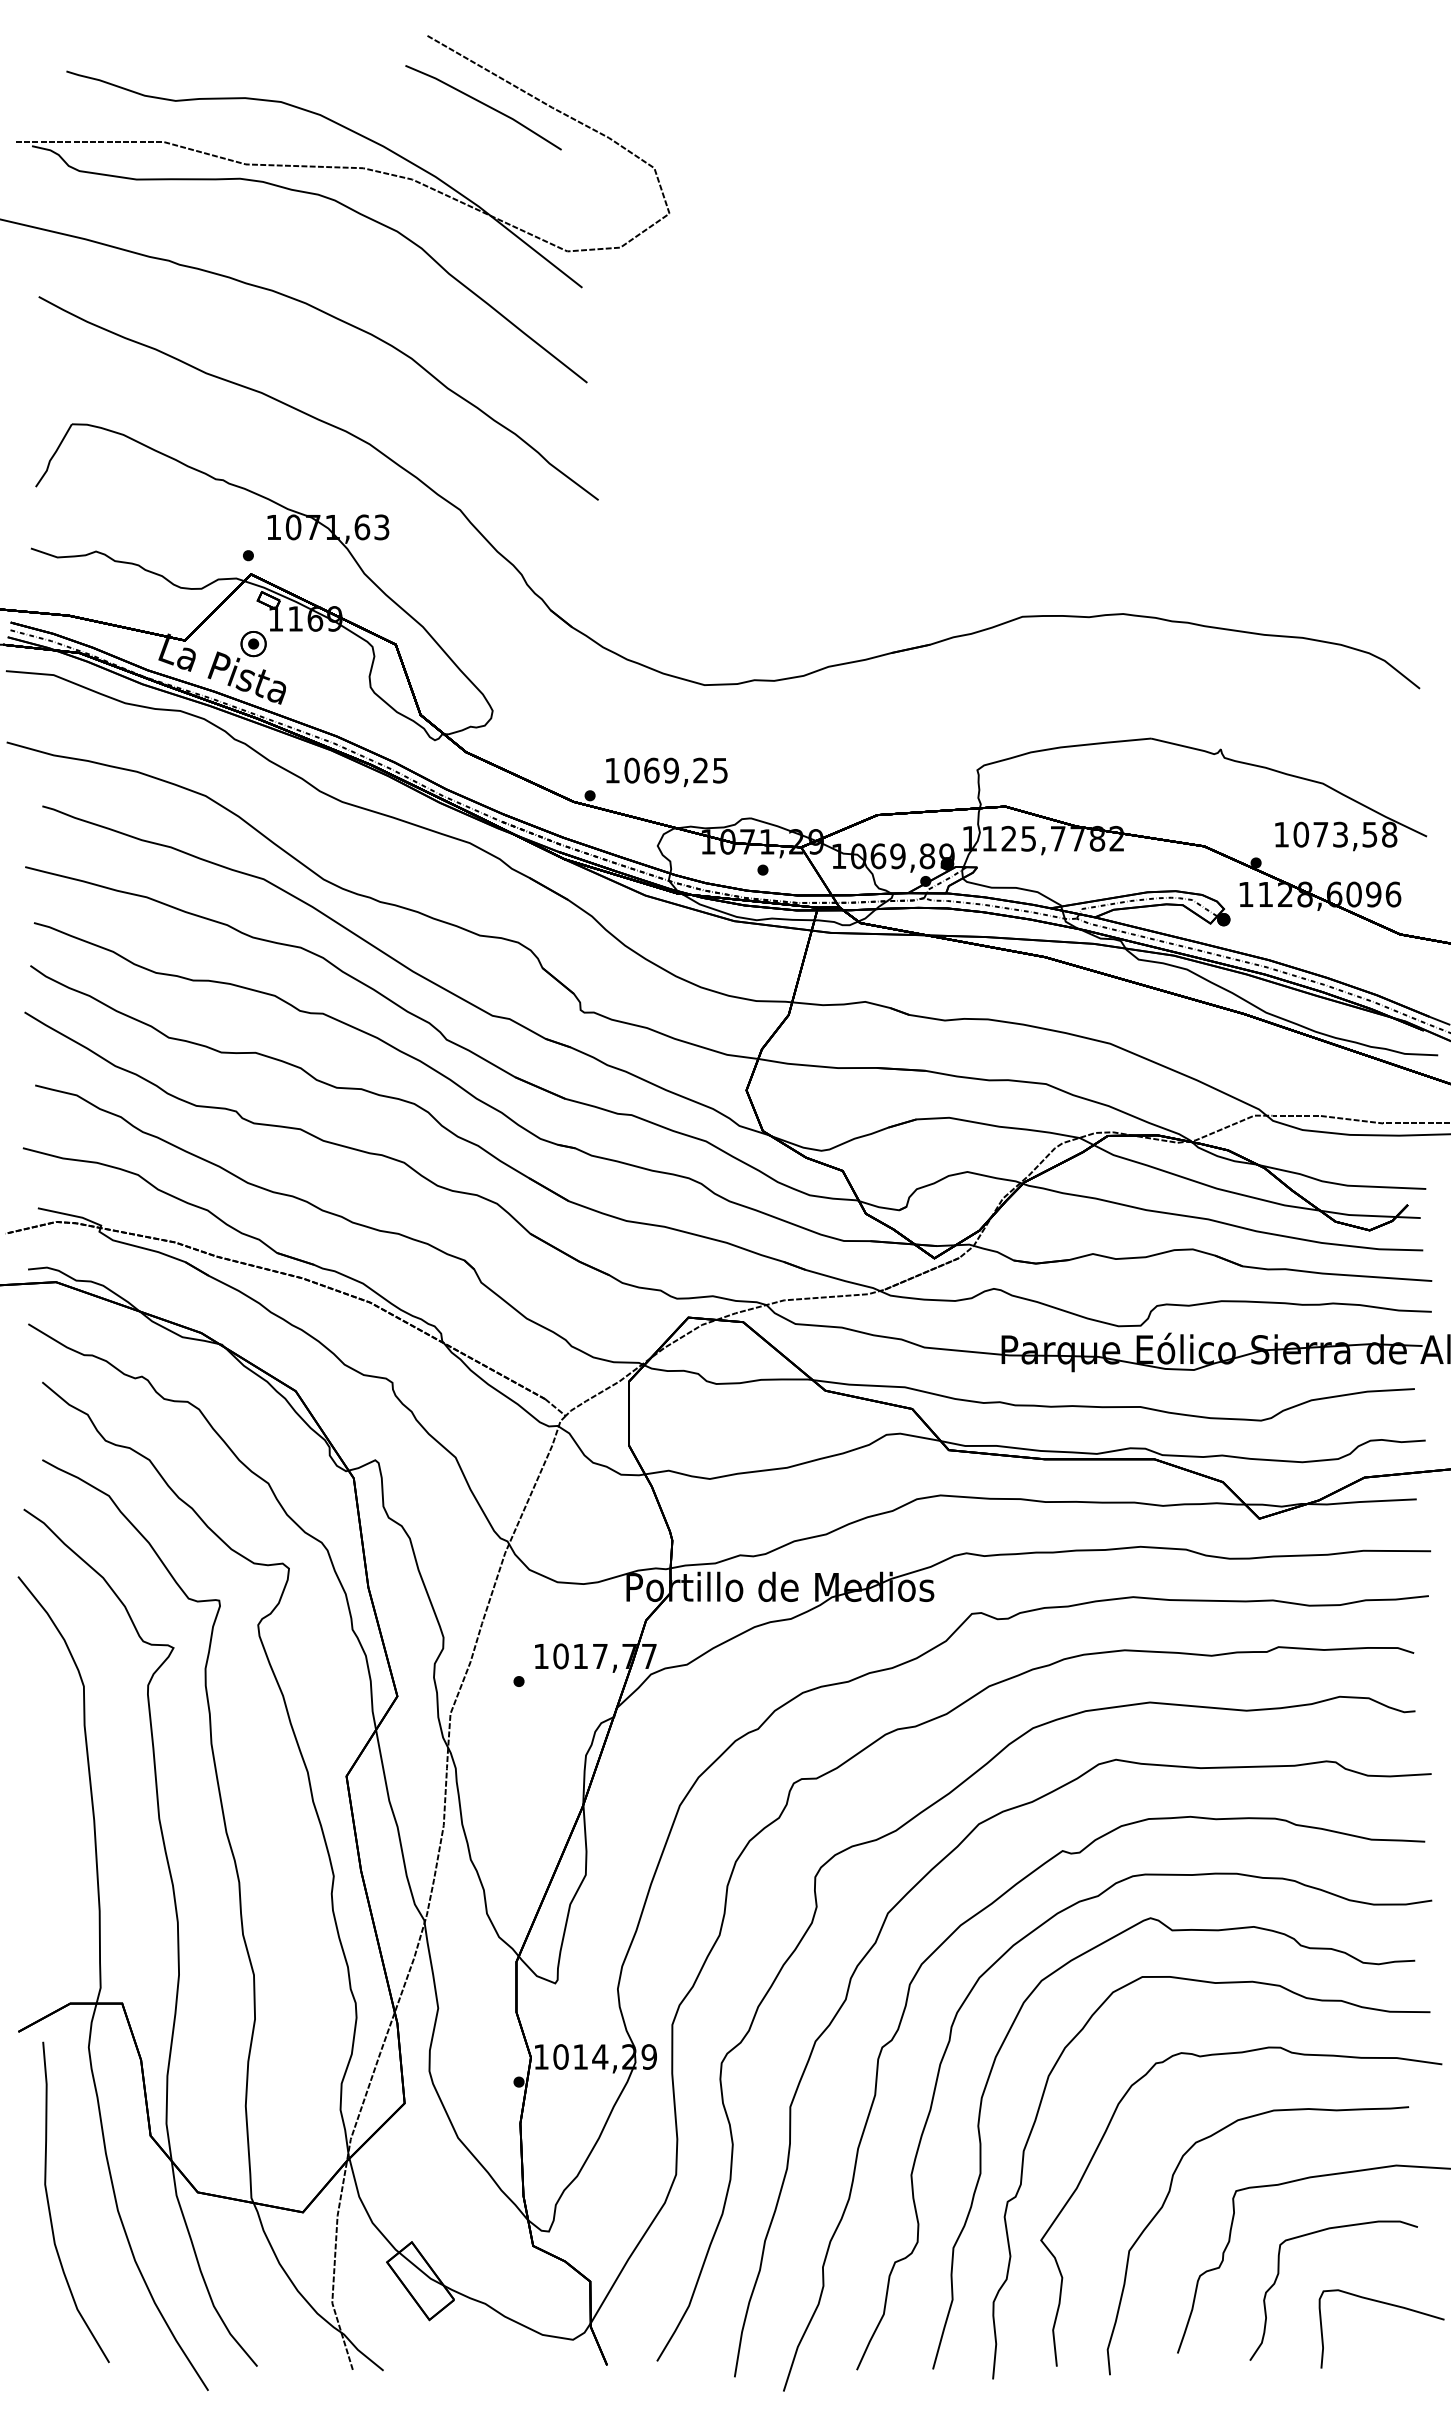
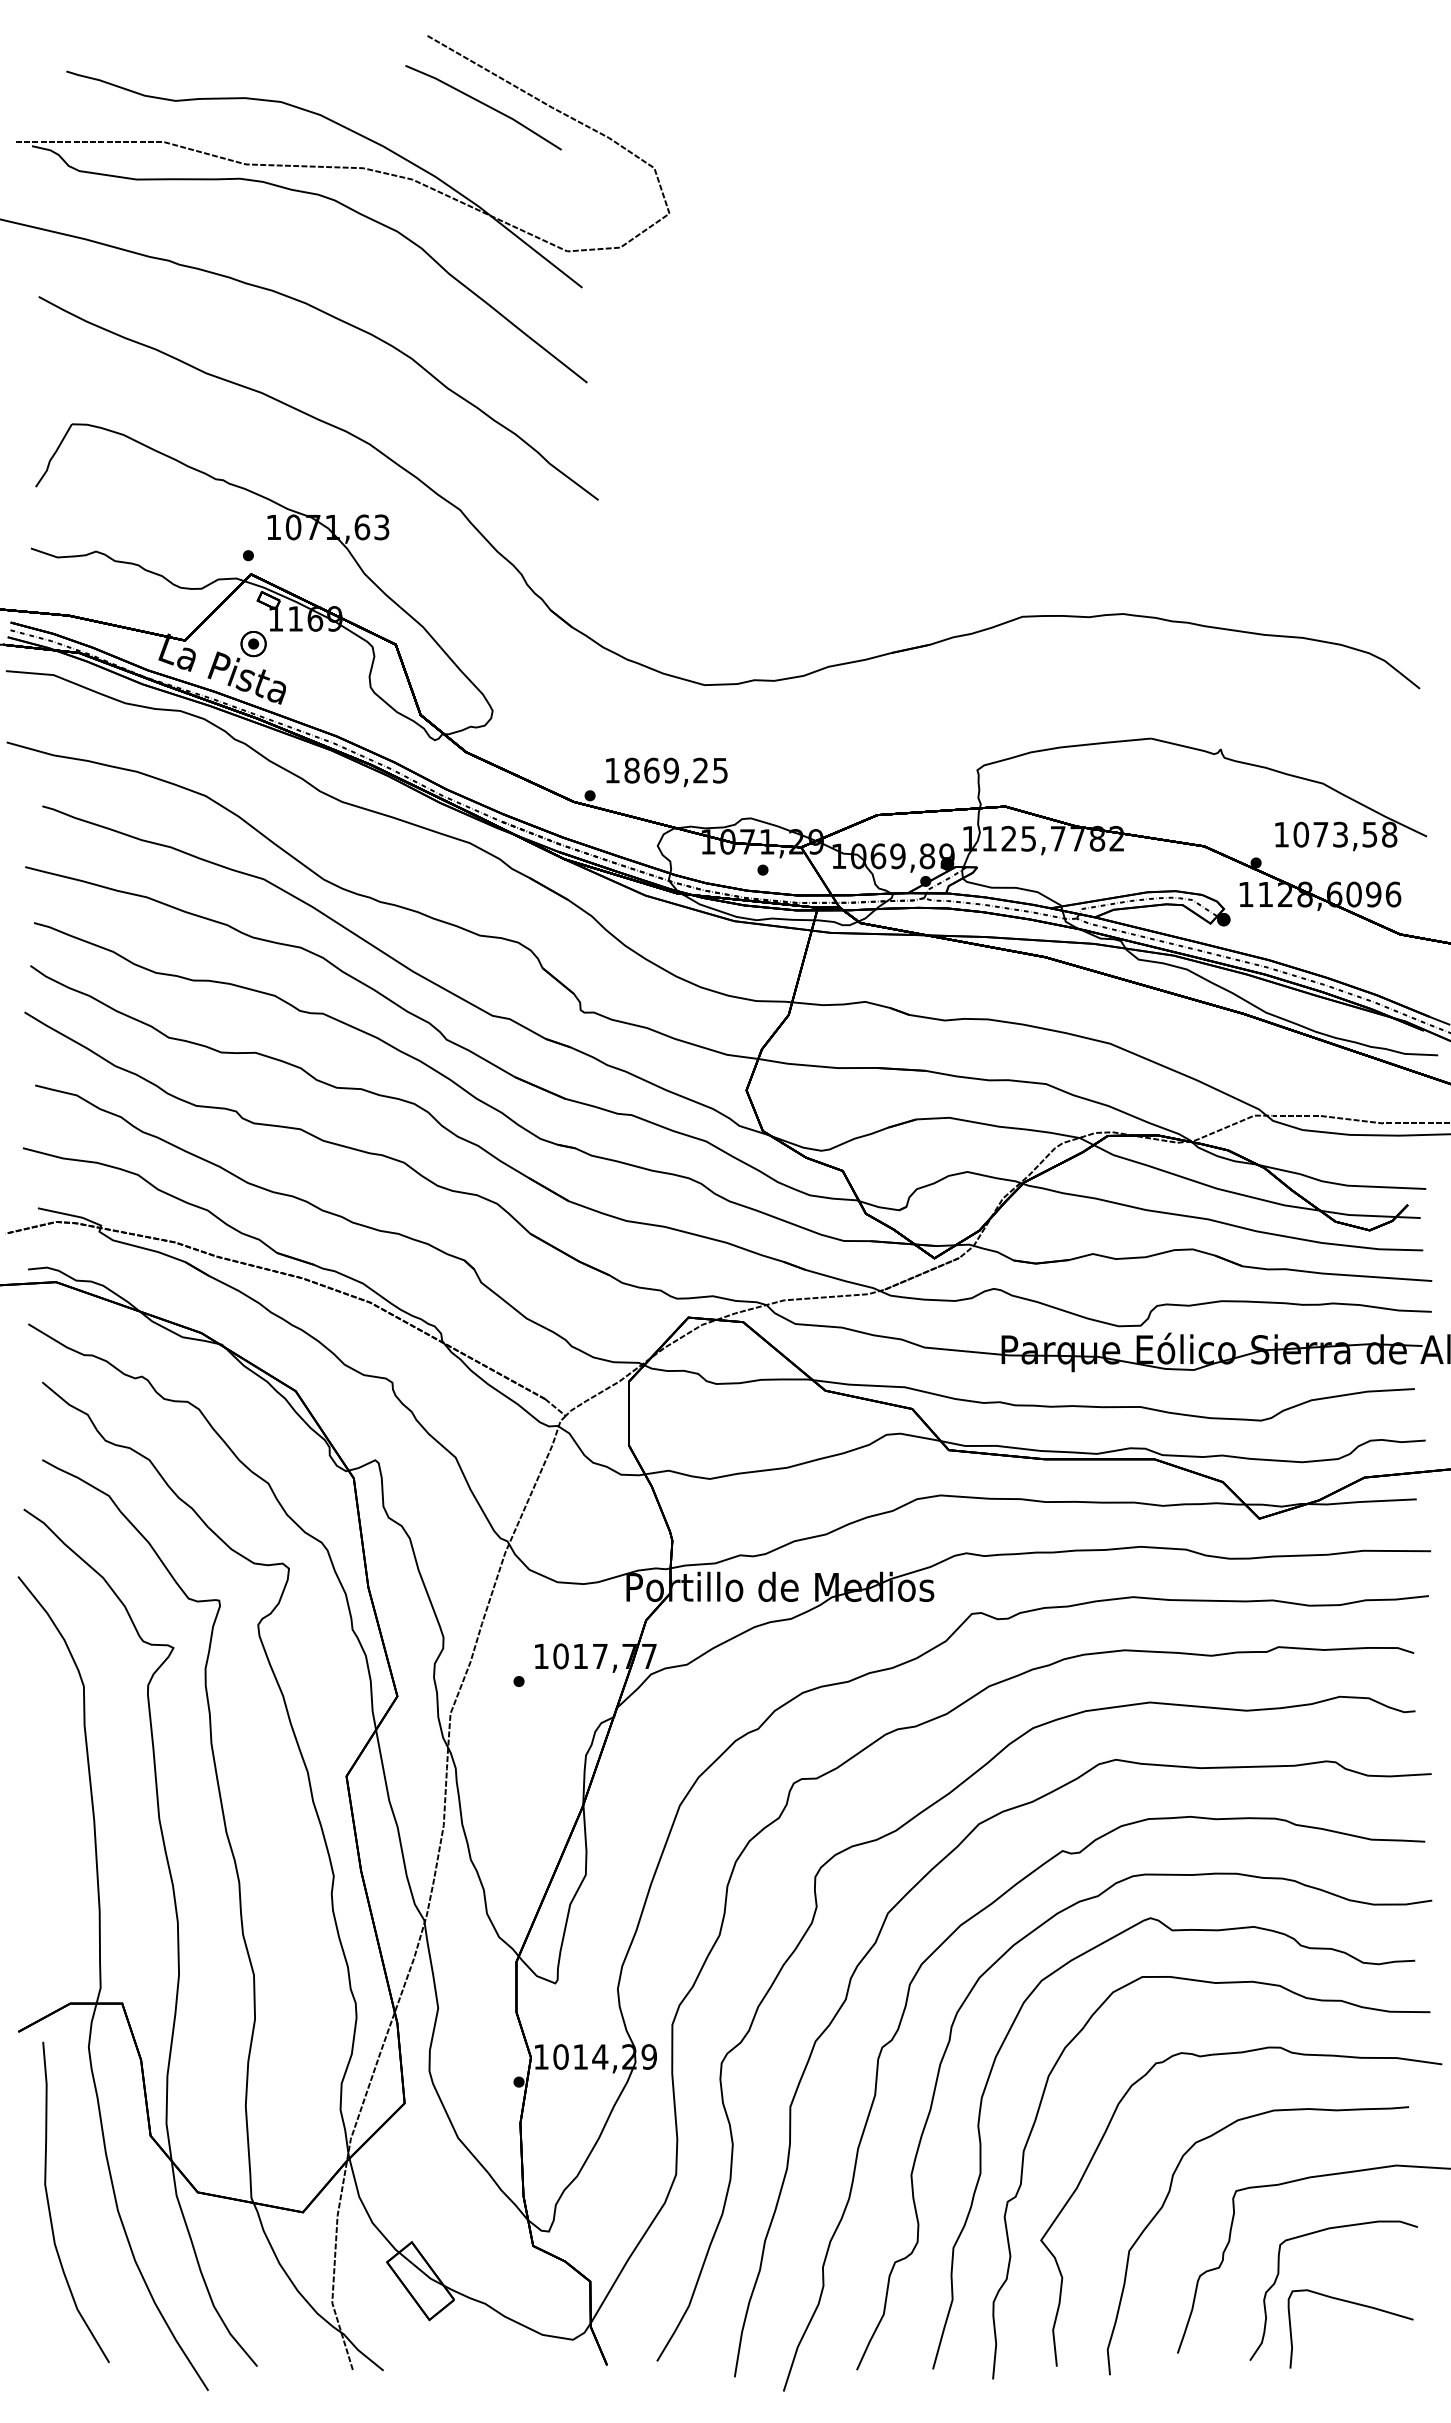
text at (631, 770): 1069,25 -> 1869,25
curve at (1385, 2304) position: (1385, 2304) -> (1354, 2304)
